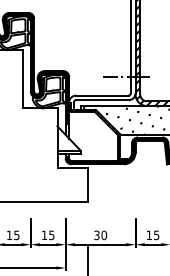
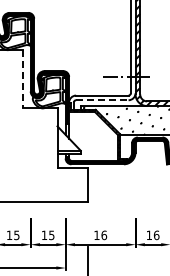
line at (22, 79): solid -> dashed
line at (102, 100): solid -> dashed
text at (100, 235): 30 -> 16
text at (156, 235): 15 -> 16
